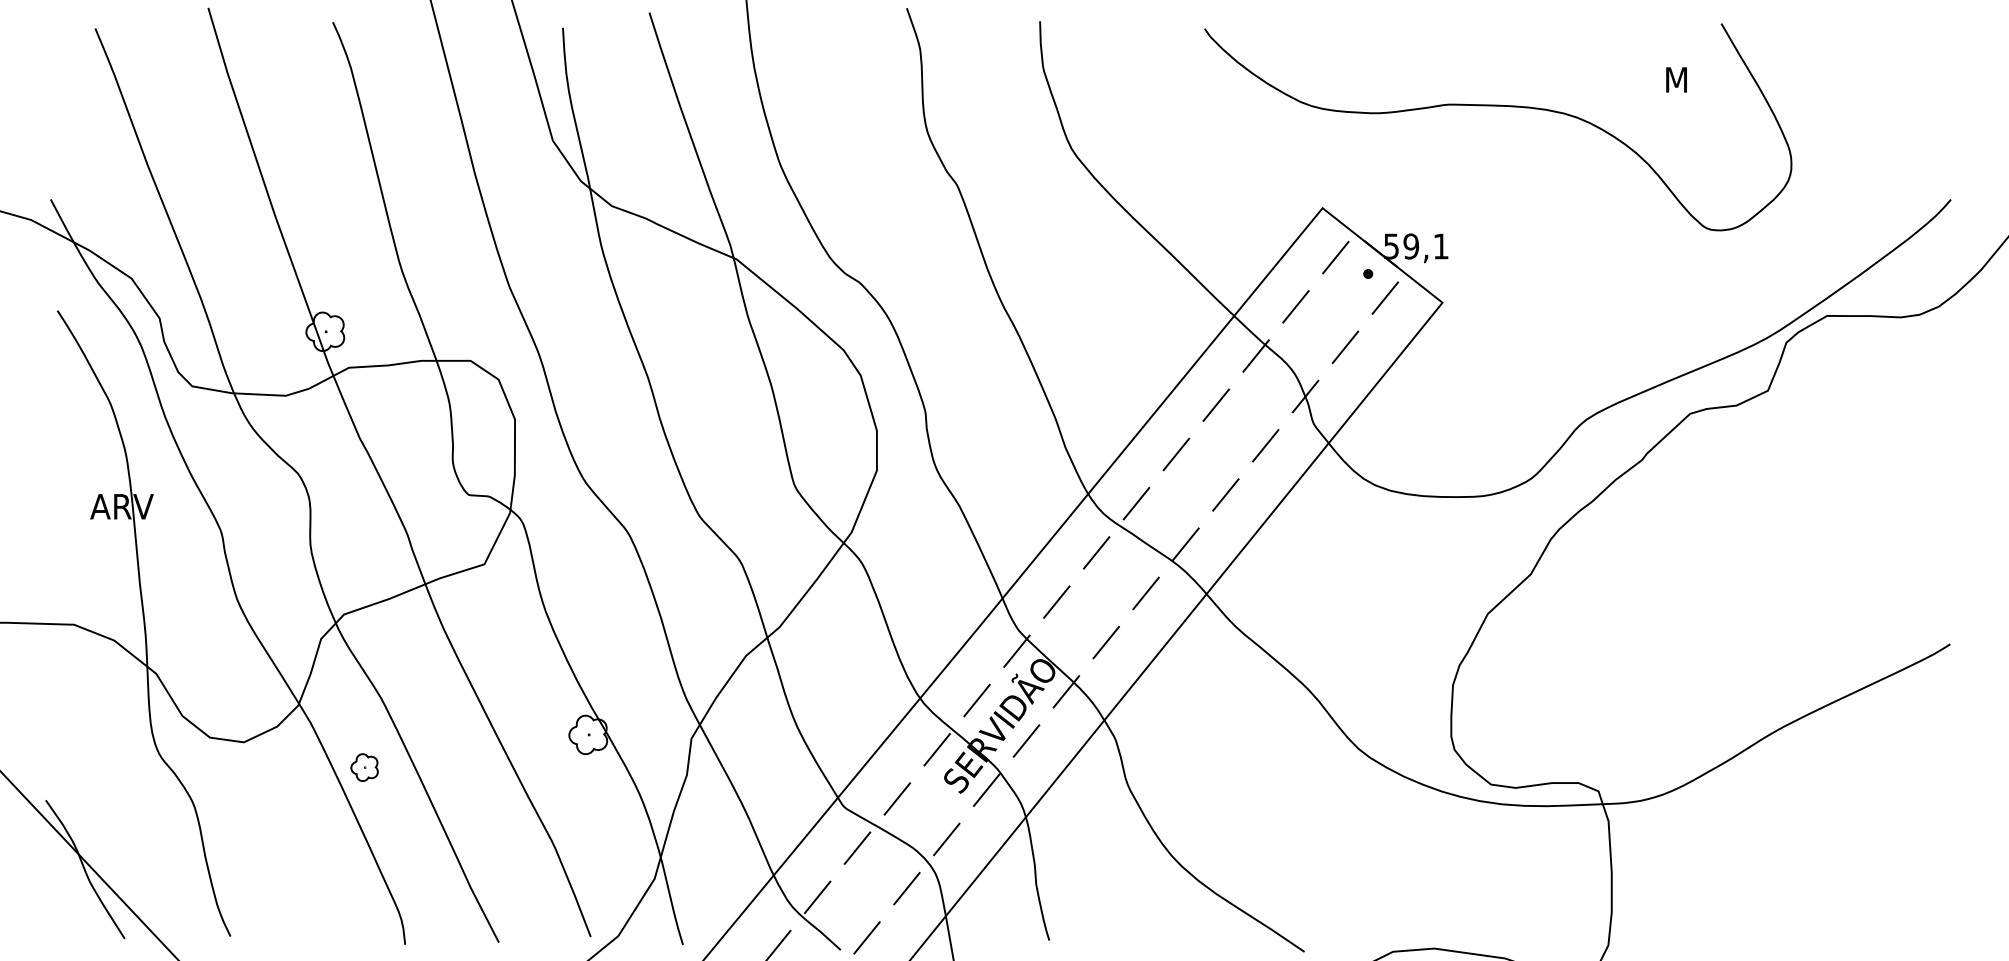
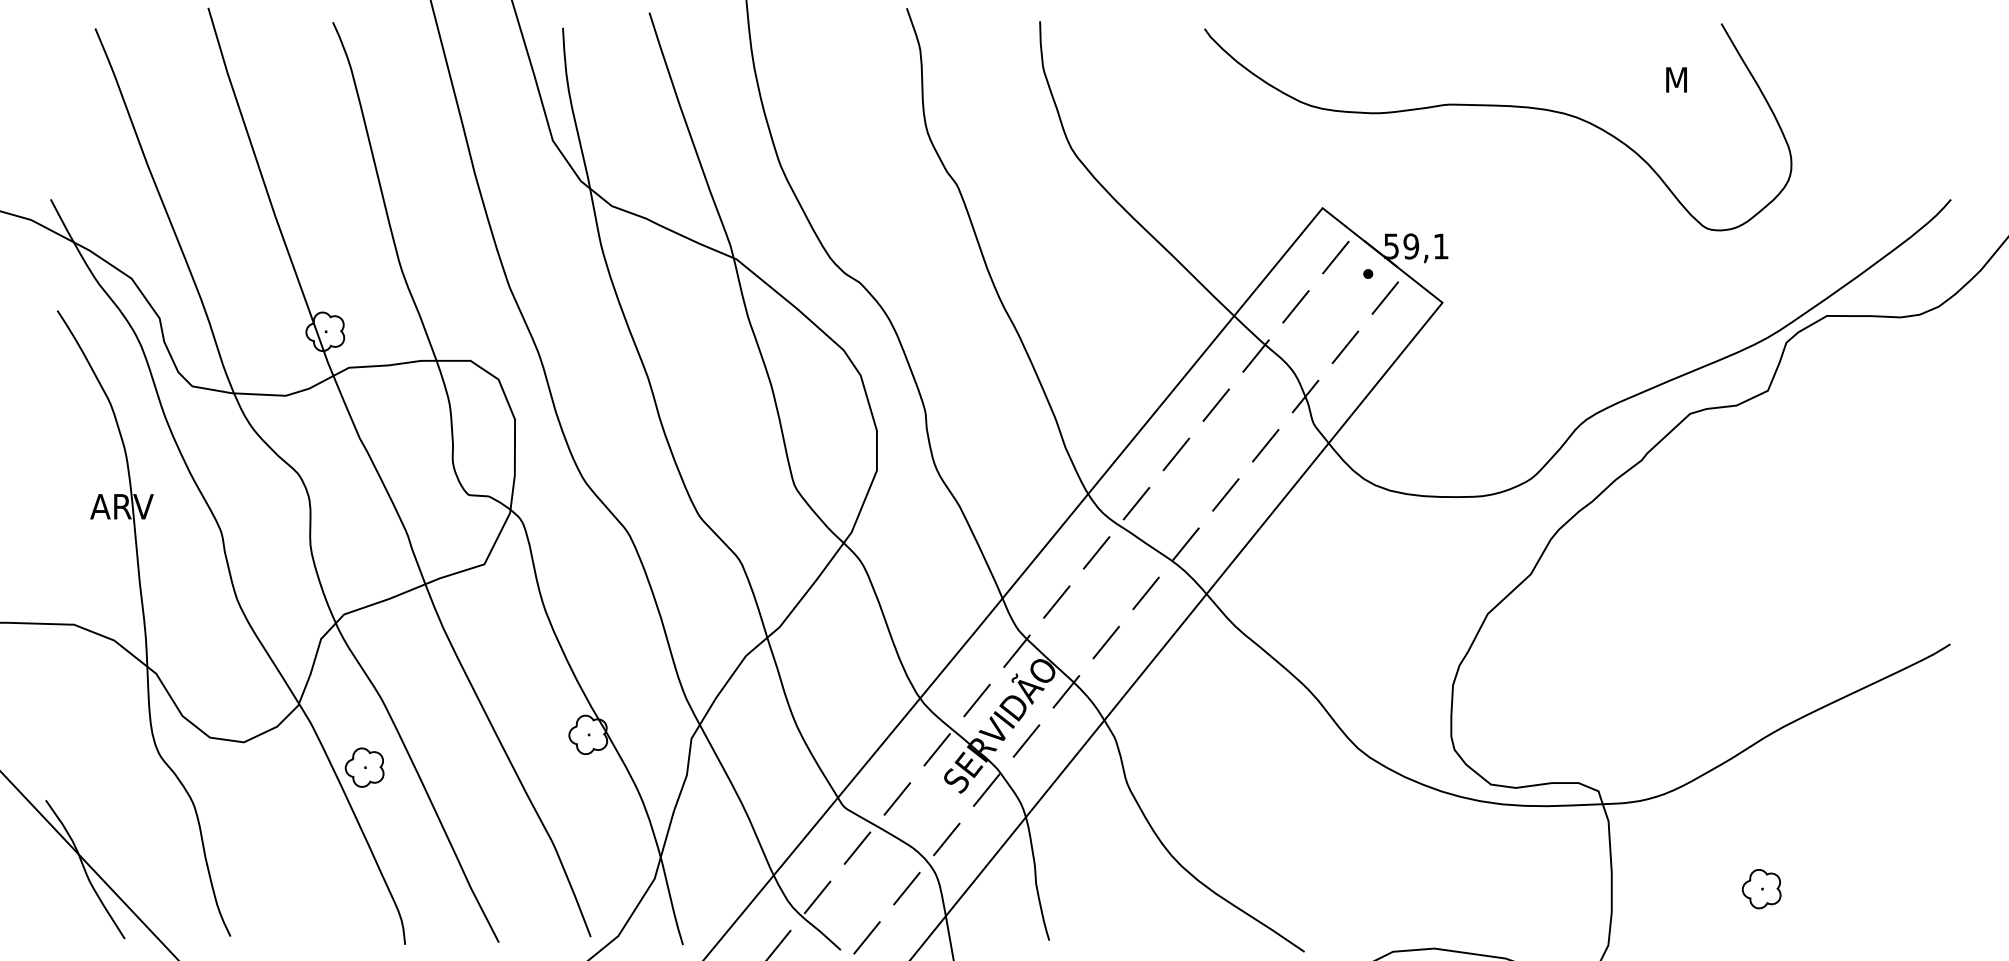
part at (364, 767) size: 29x29 px -> 41x41 px
part at (1761, 889): none -> present
